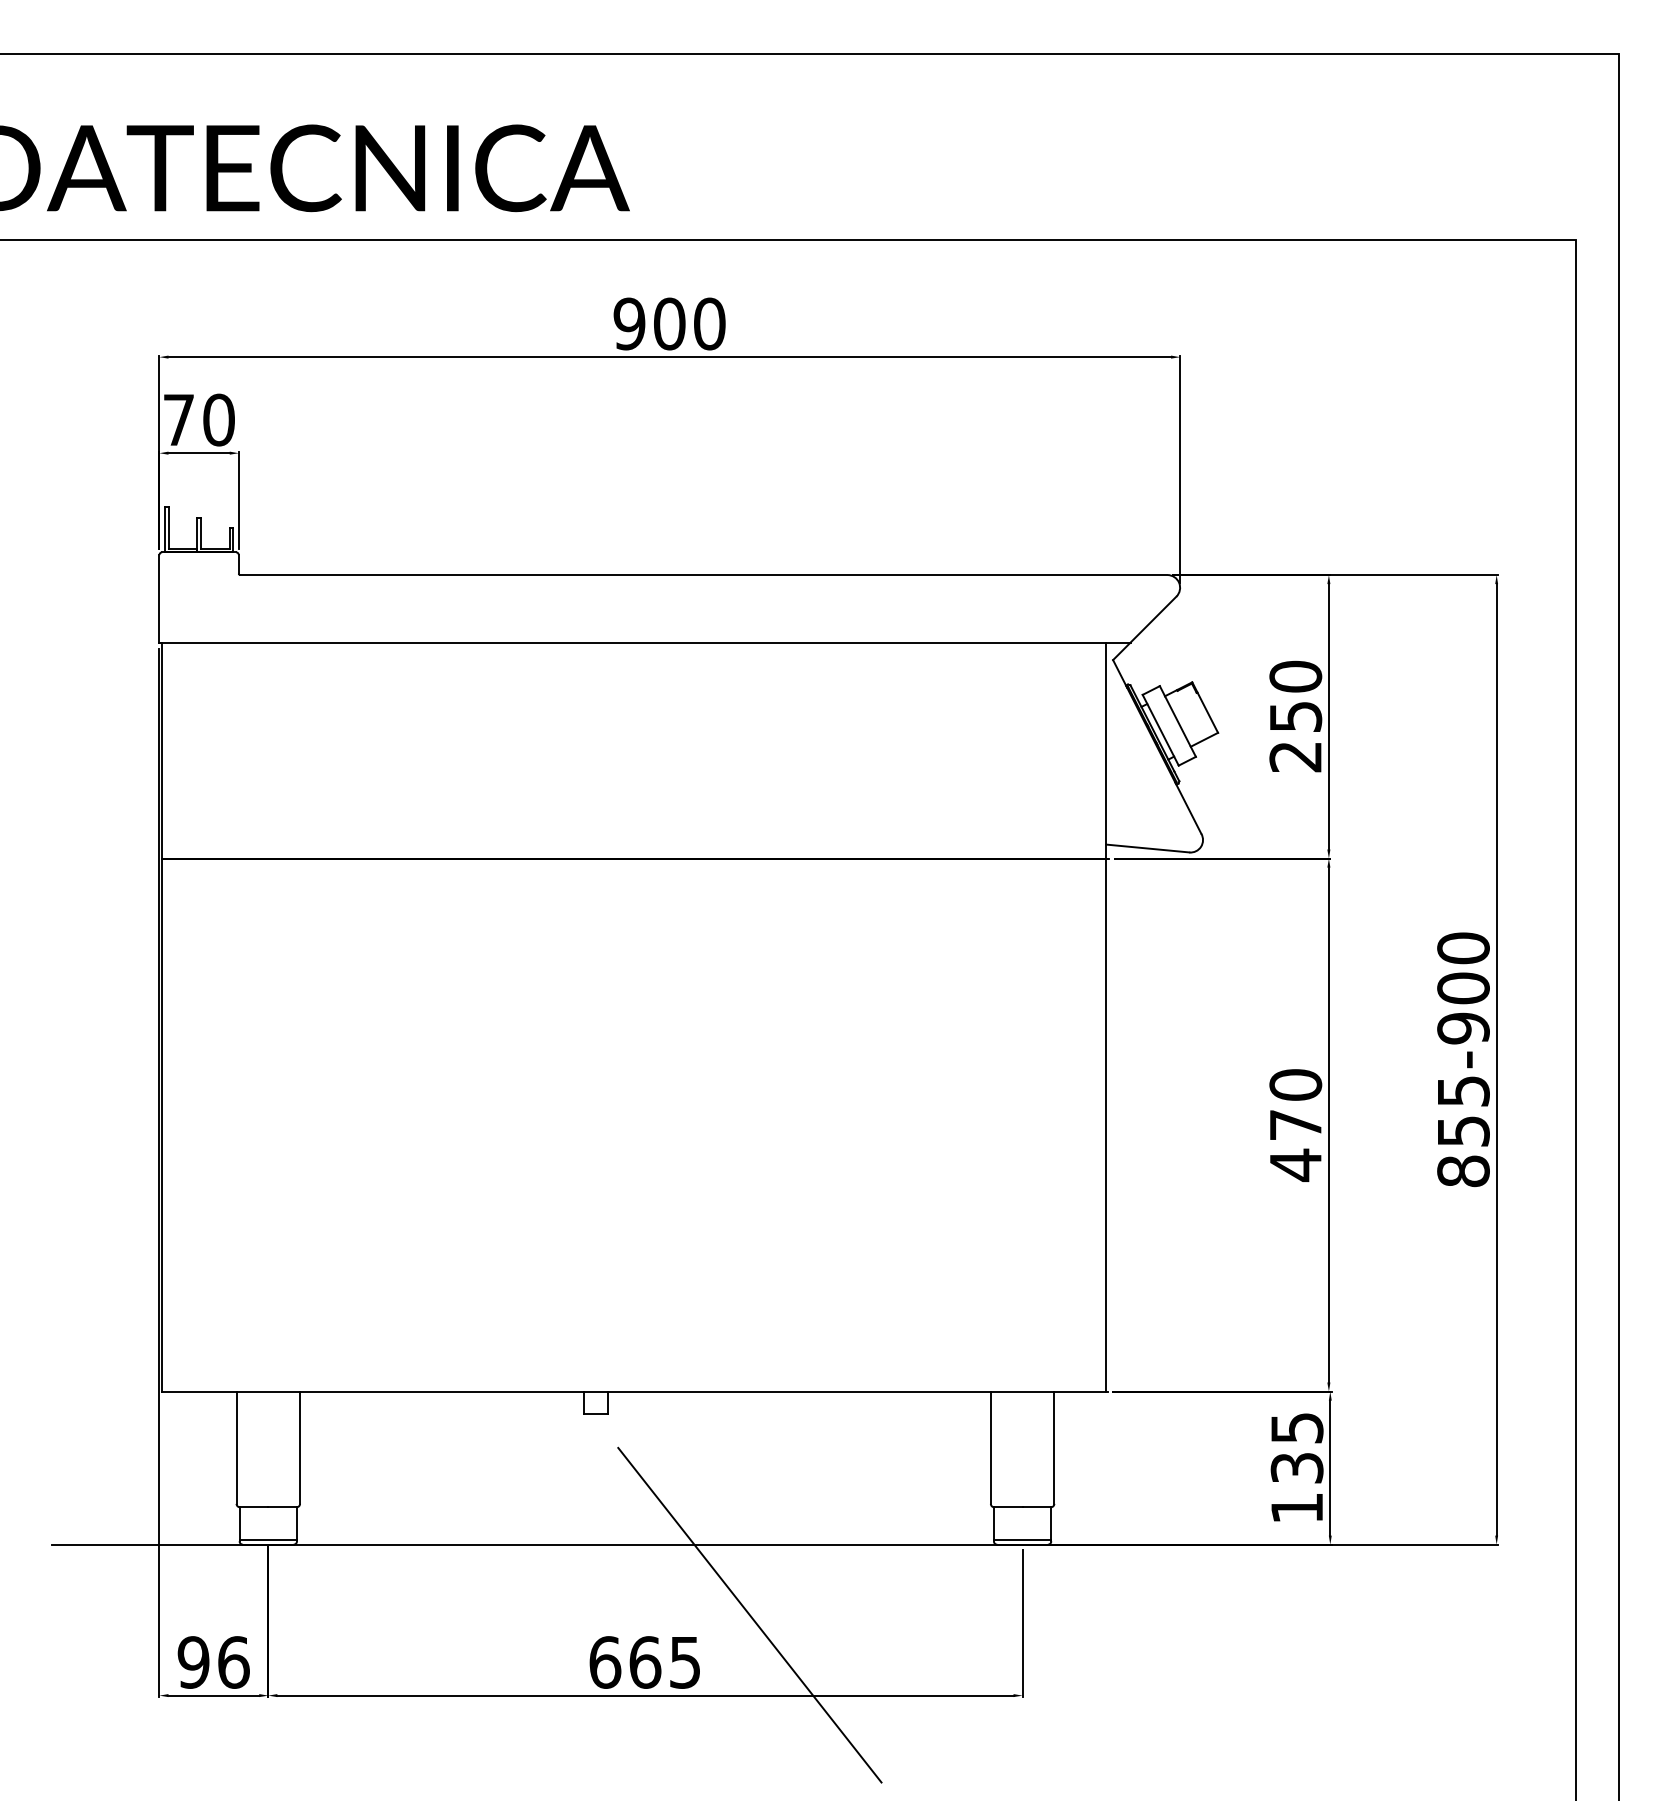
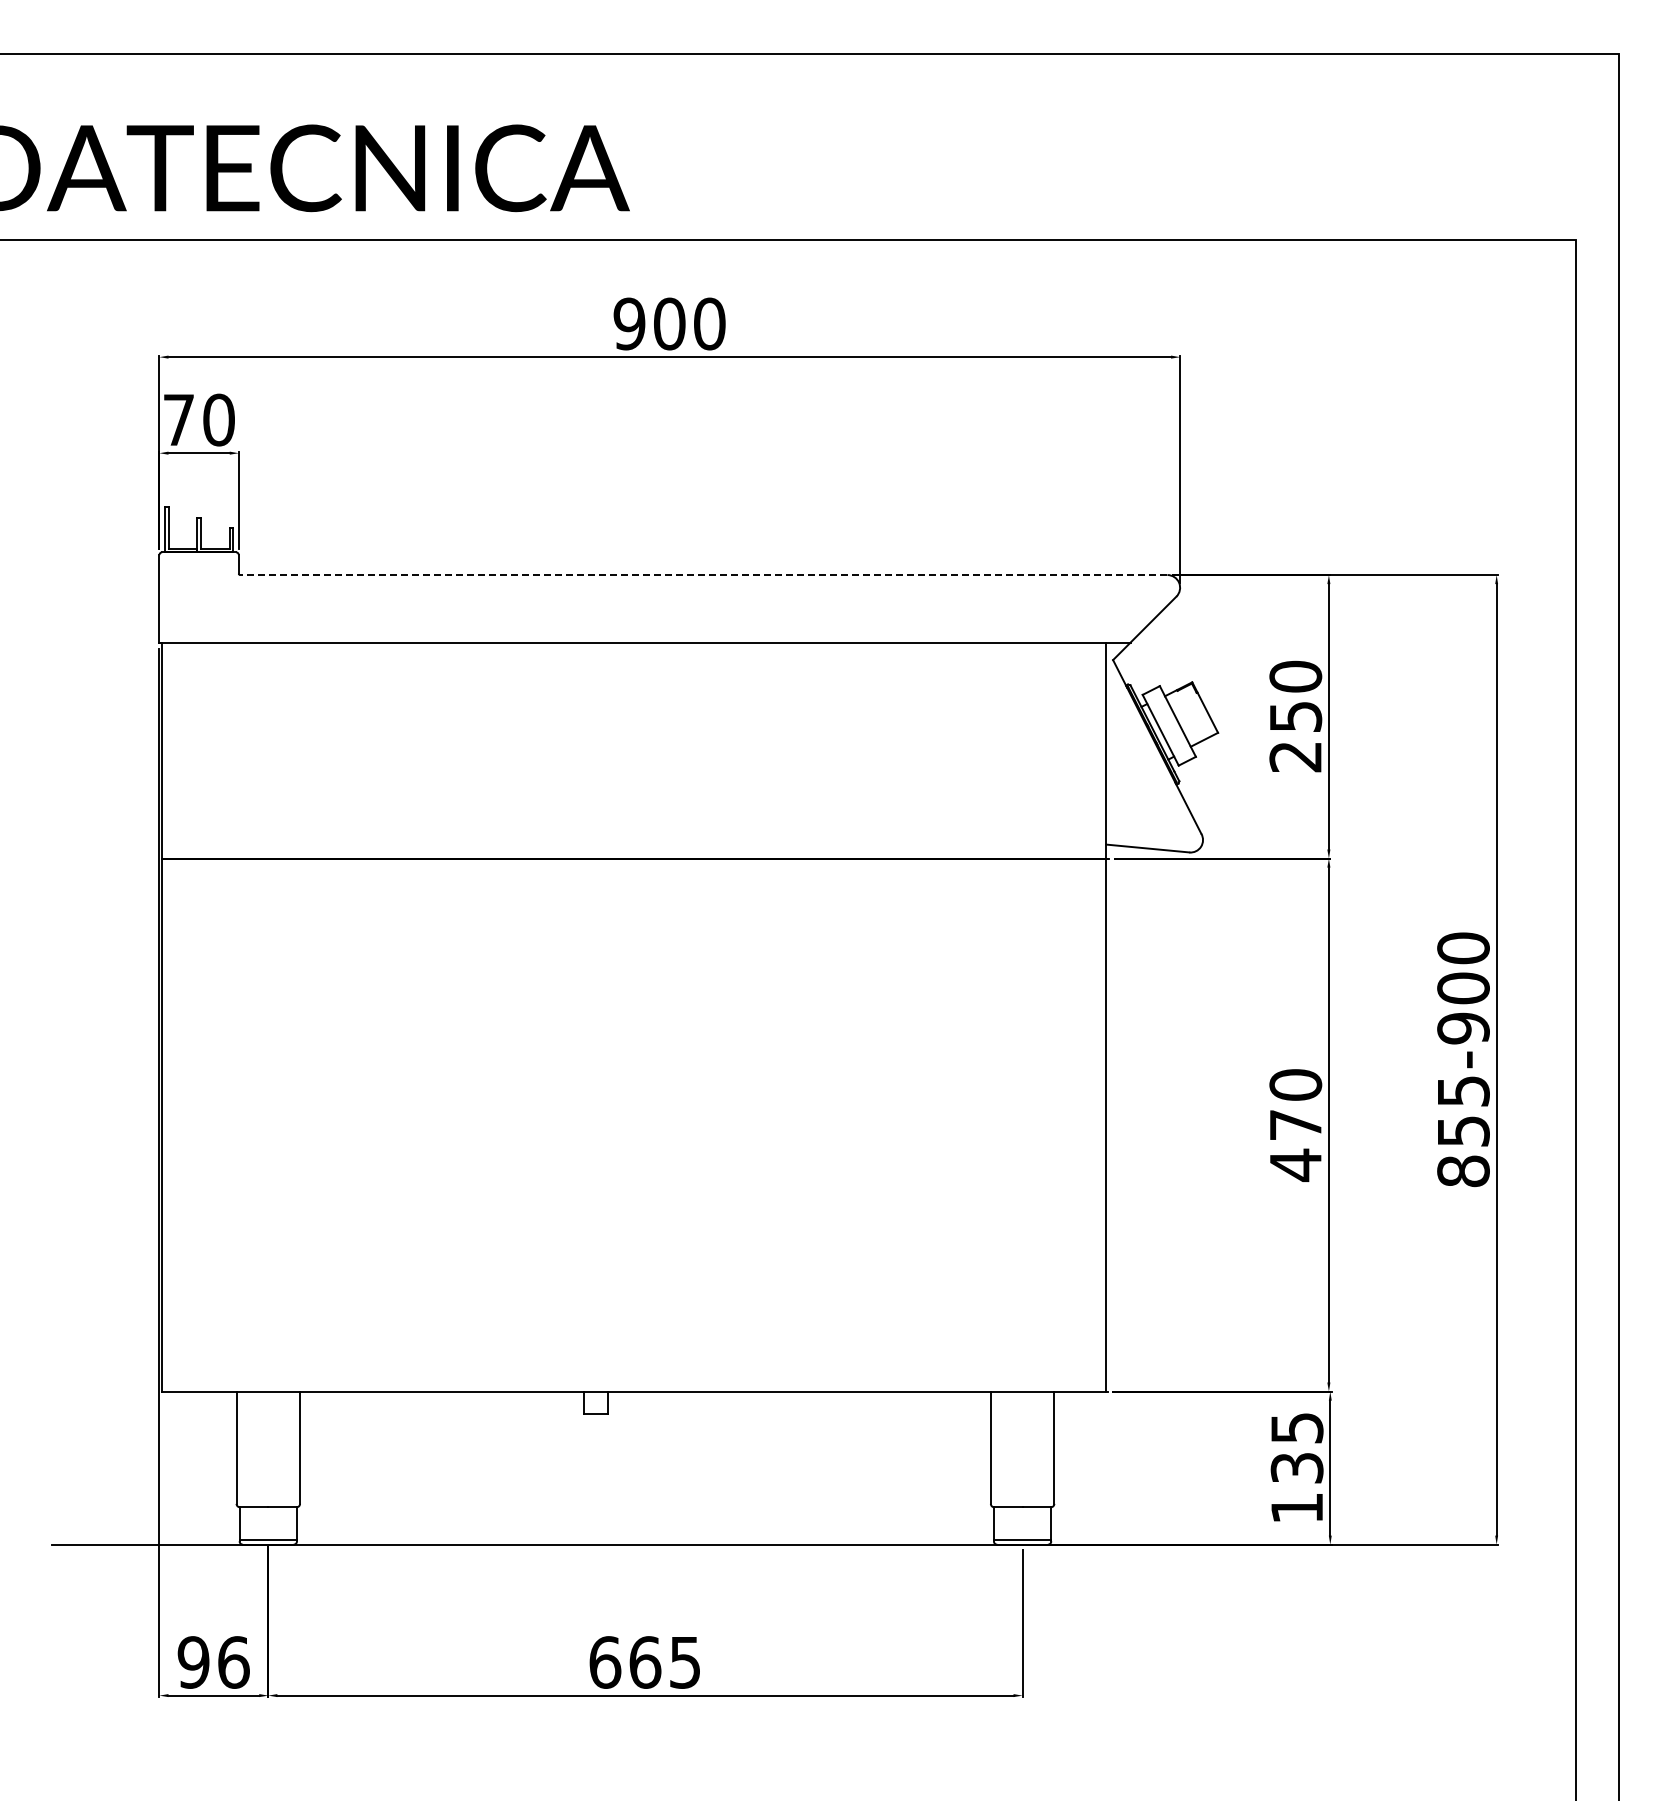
line at (703, 575): solid -> dashed
line at (749, 1614): present -> none
